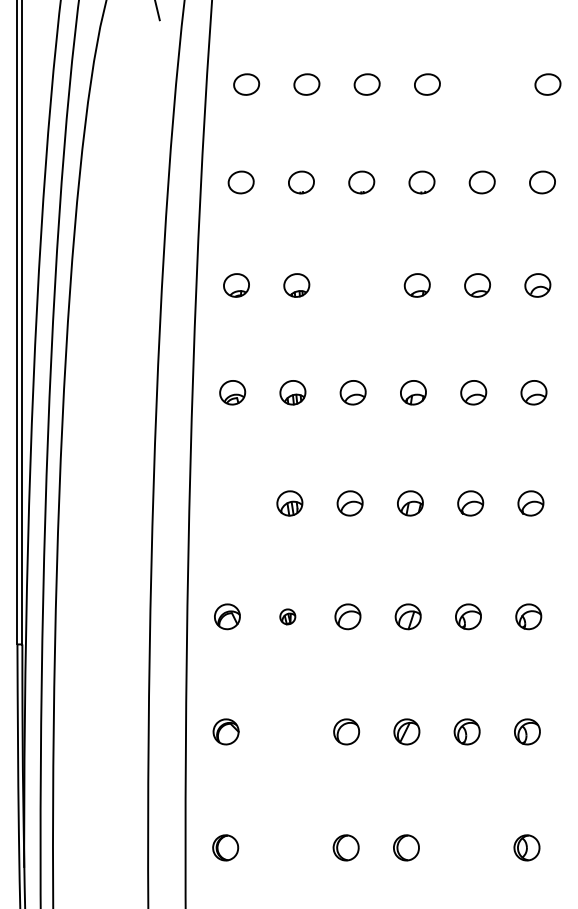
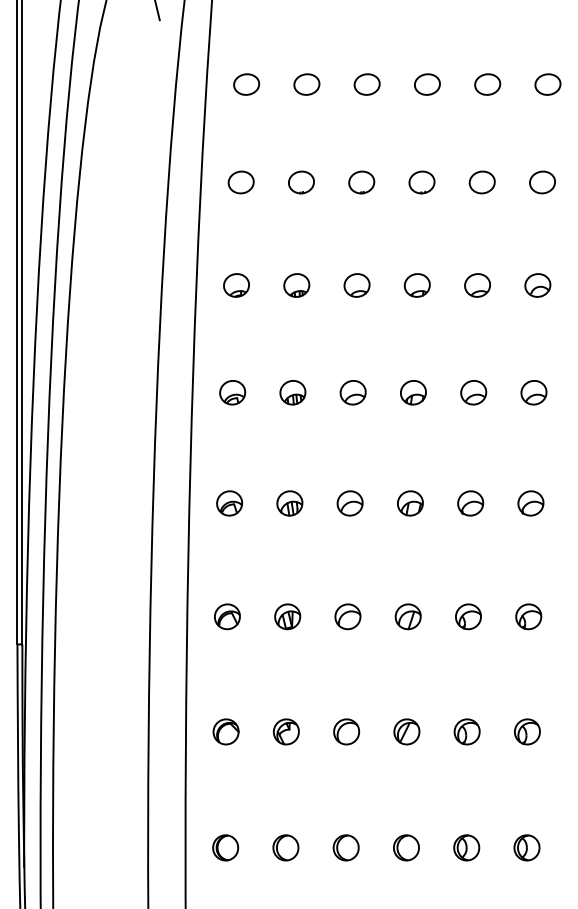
part at (487, 84): none -> present
part at (356, 285): none -> present
part at (229, 503): none -> present
part at (287, 616) size: 18x18 px -> 28x28 px
part at (285, 731): none -> present
part at (285, 847): none -> present
part at (466, 847): none -> present
